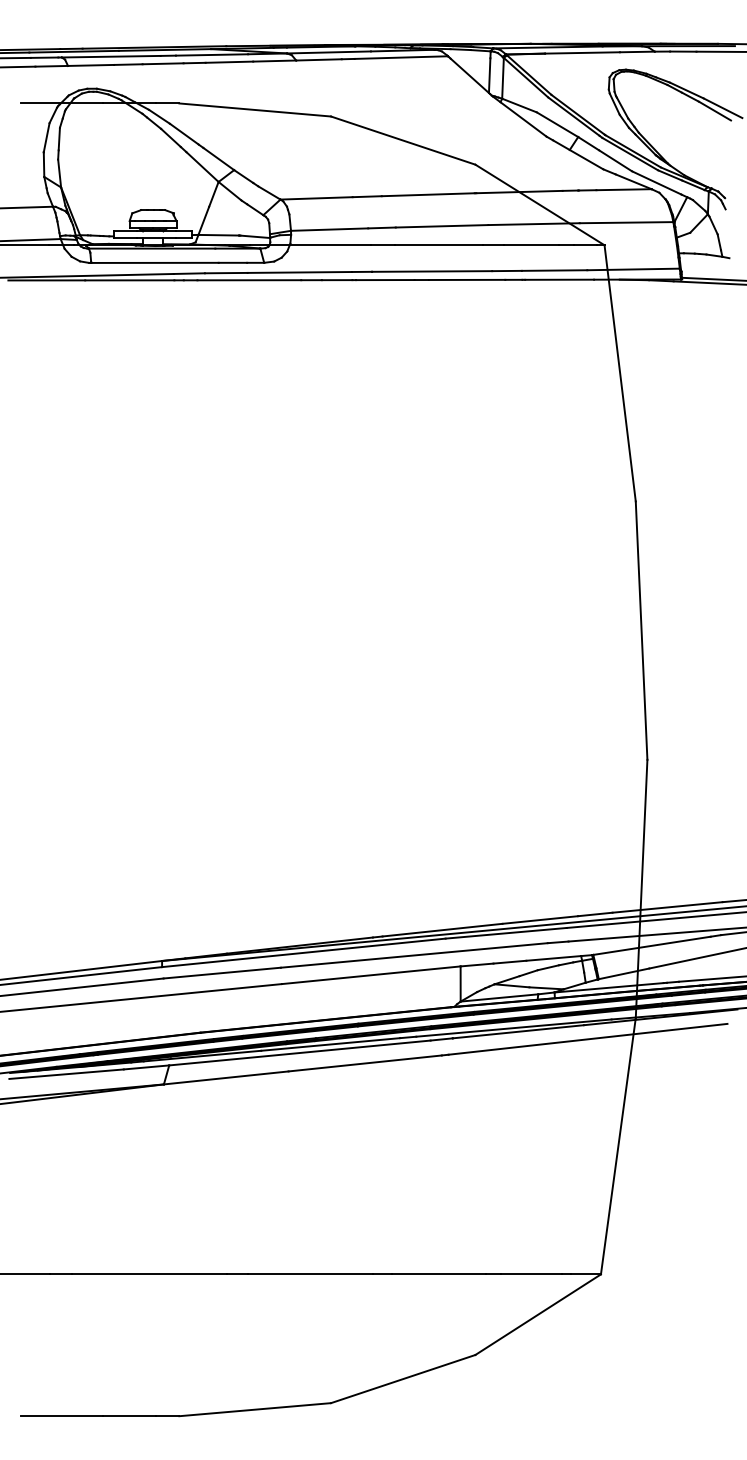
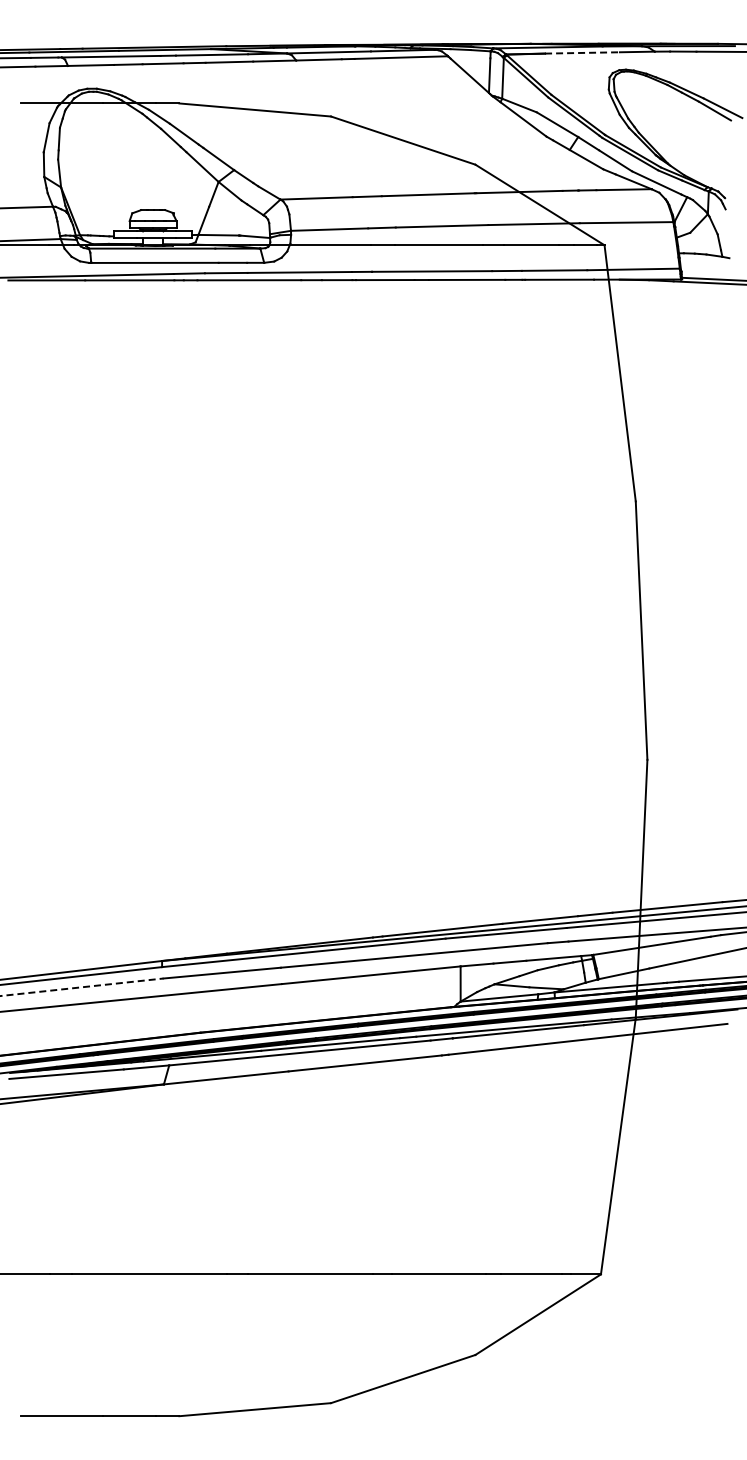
line at (583, 52): solid -> dashed
line at (82, 987): solid -> dashed
